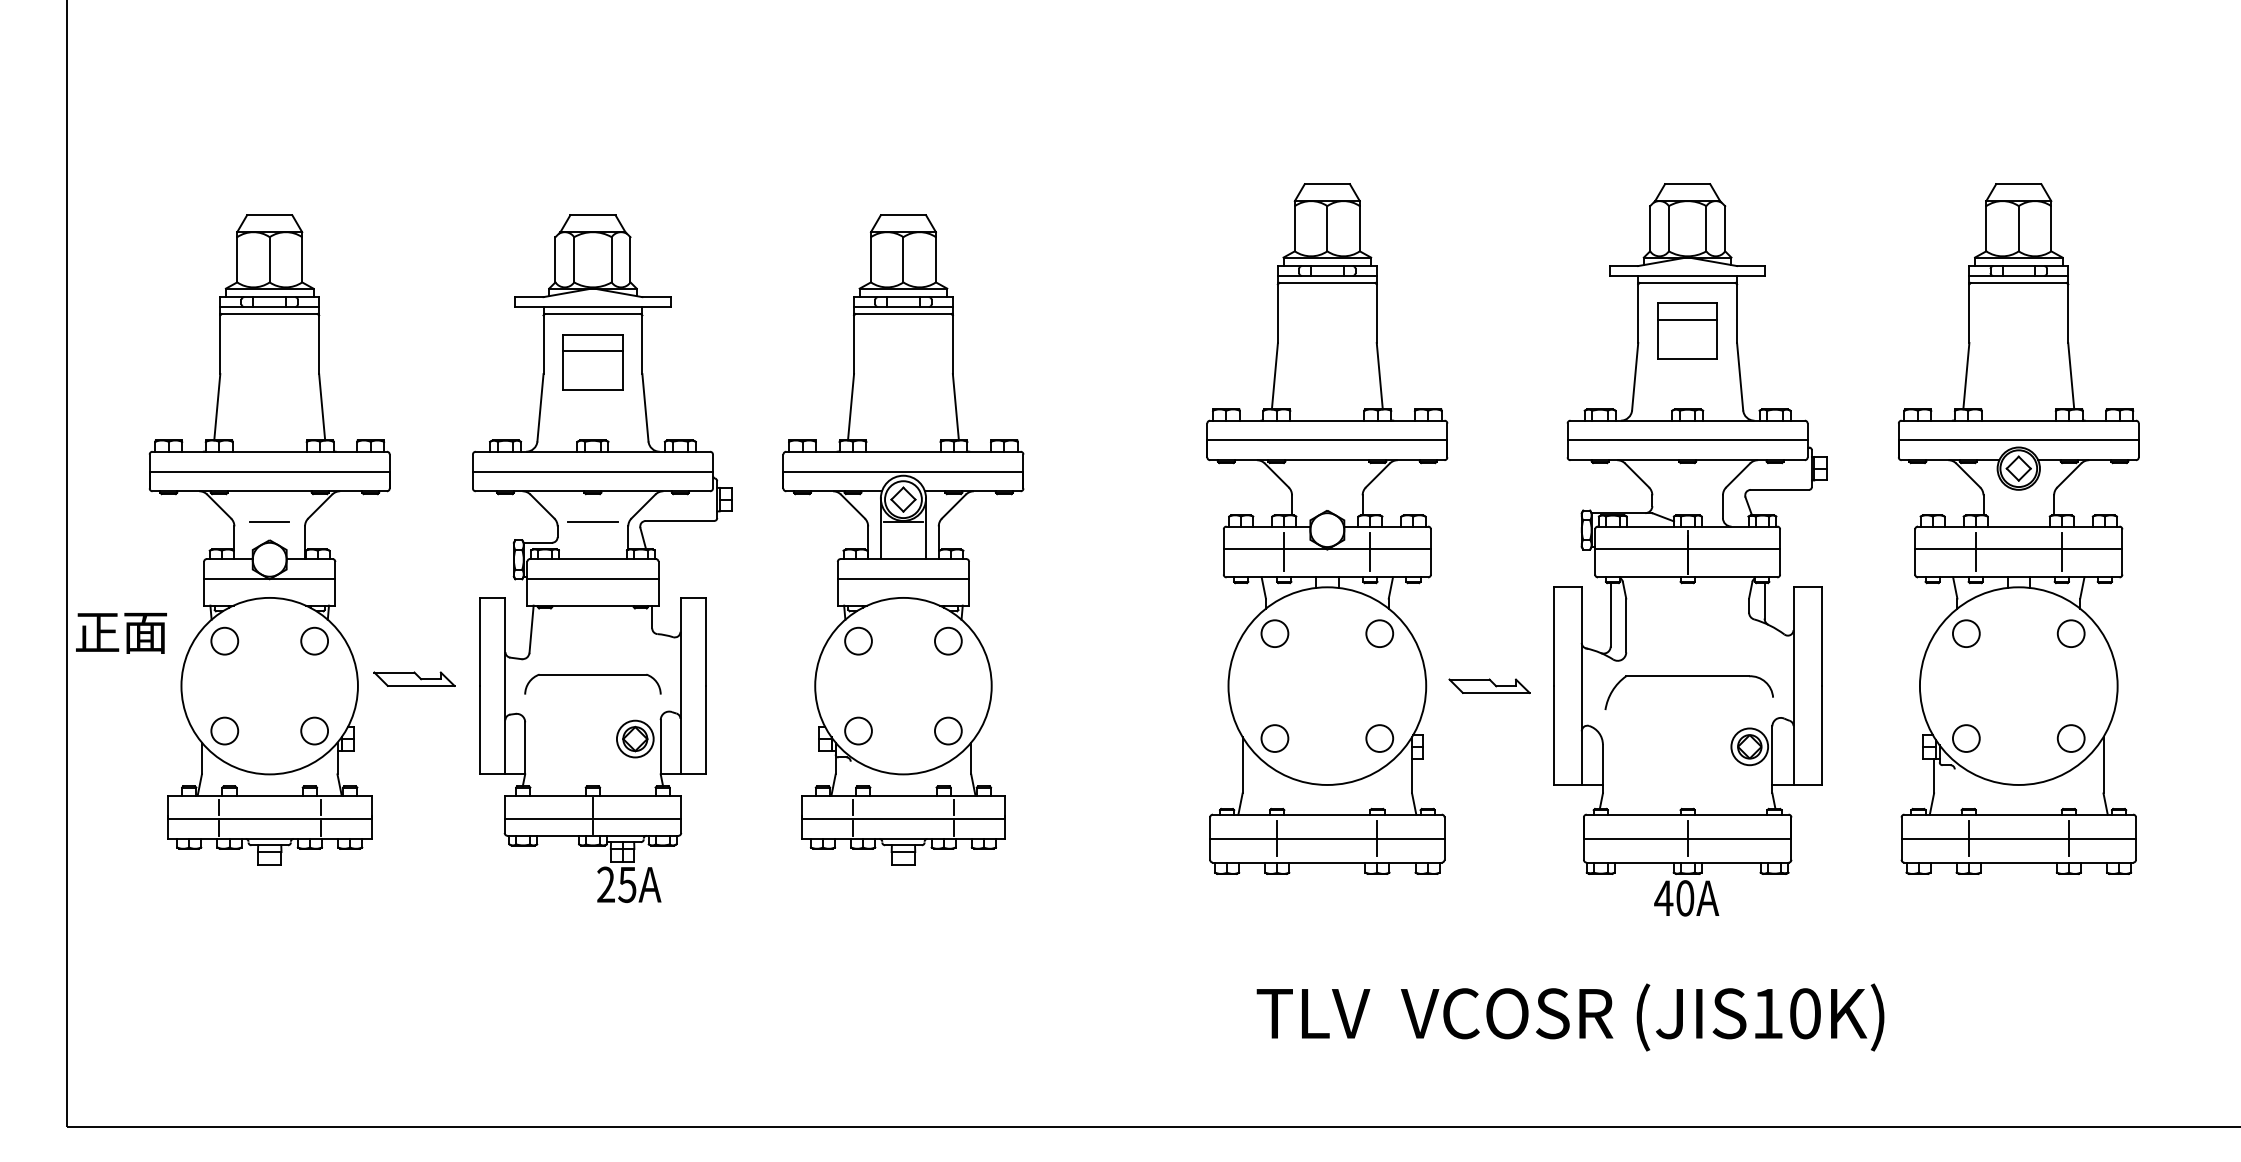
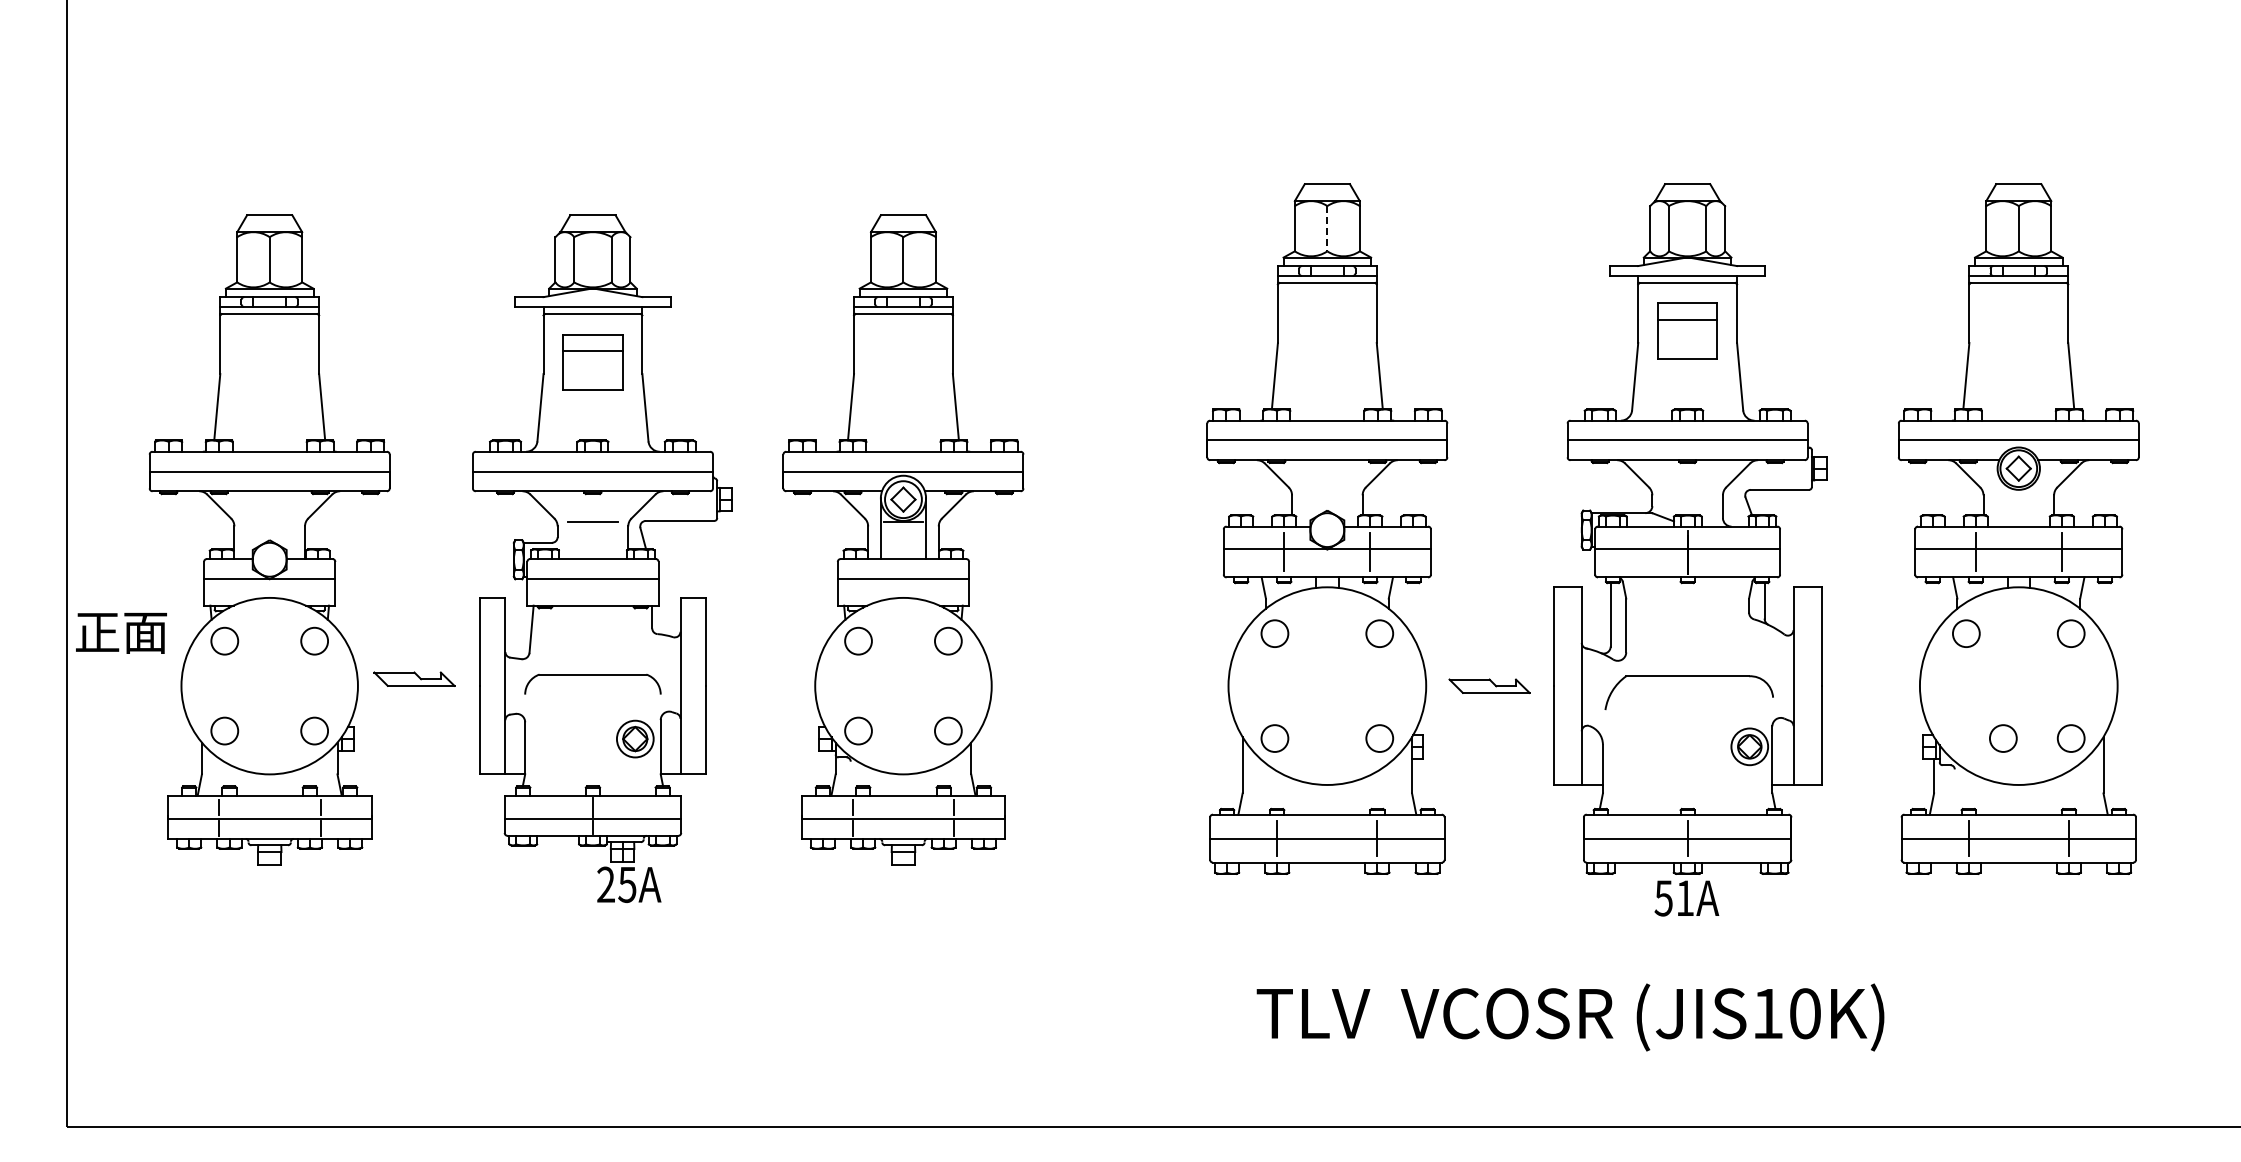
line at (1327, 228): solid -> dashed
line at (269, 522): present -> none
circle at (1966, 738) position: (1966, 738) -> (2003, 738)
text at (1674, 898): 40A -> 51A
